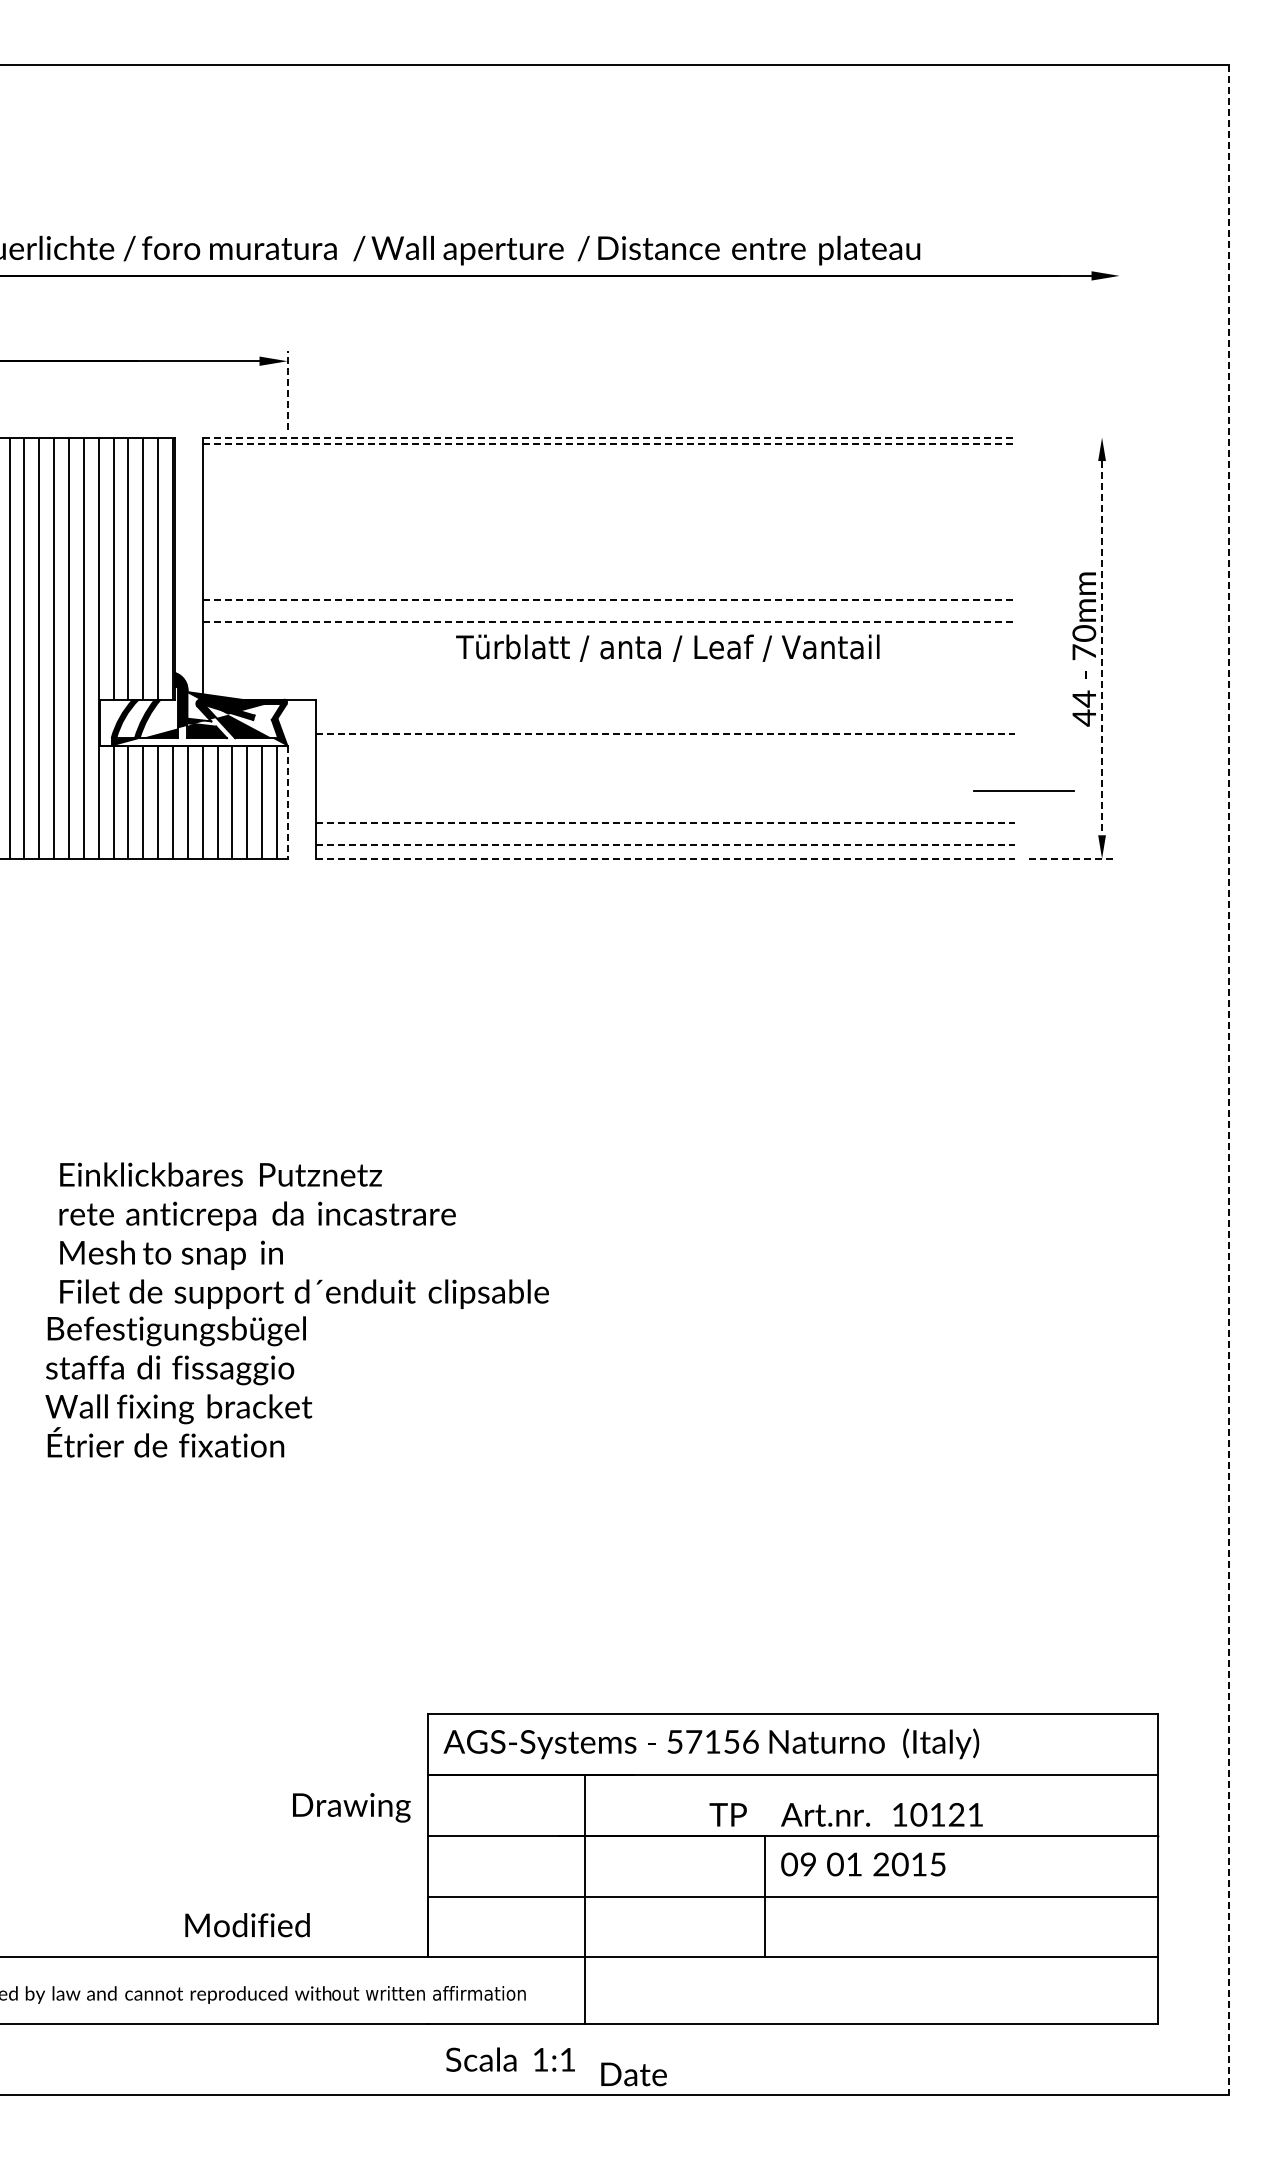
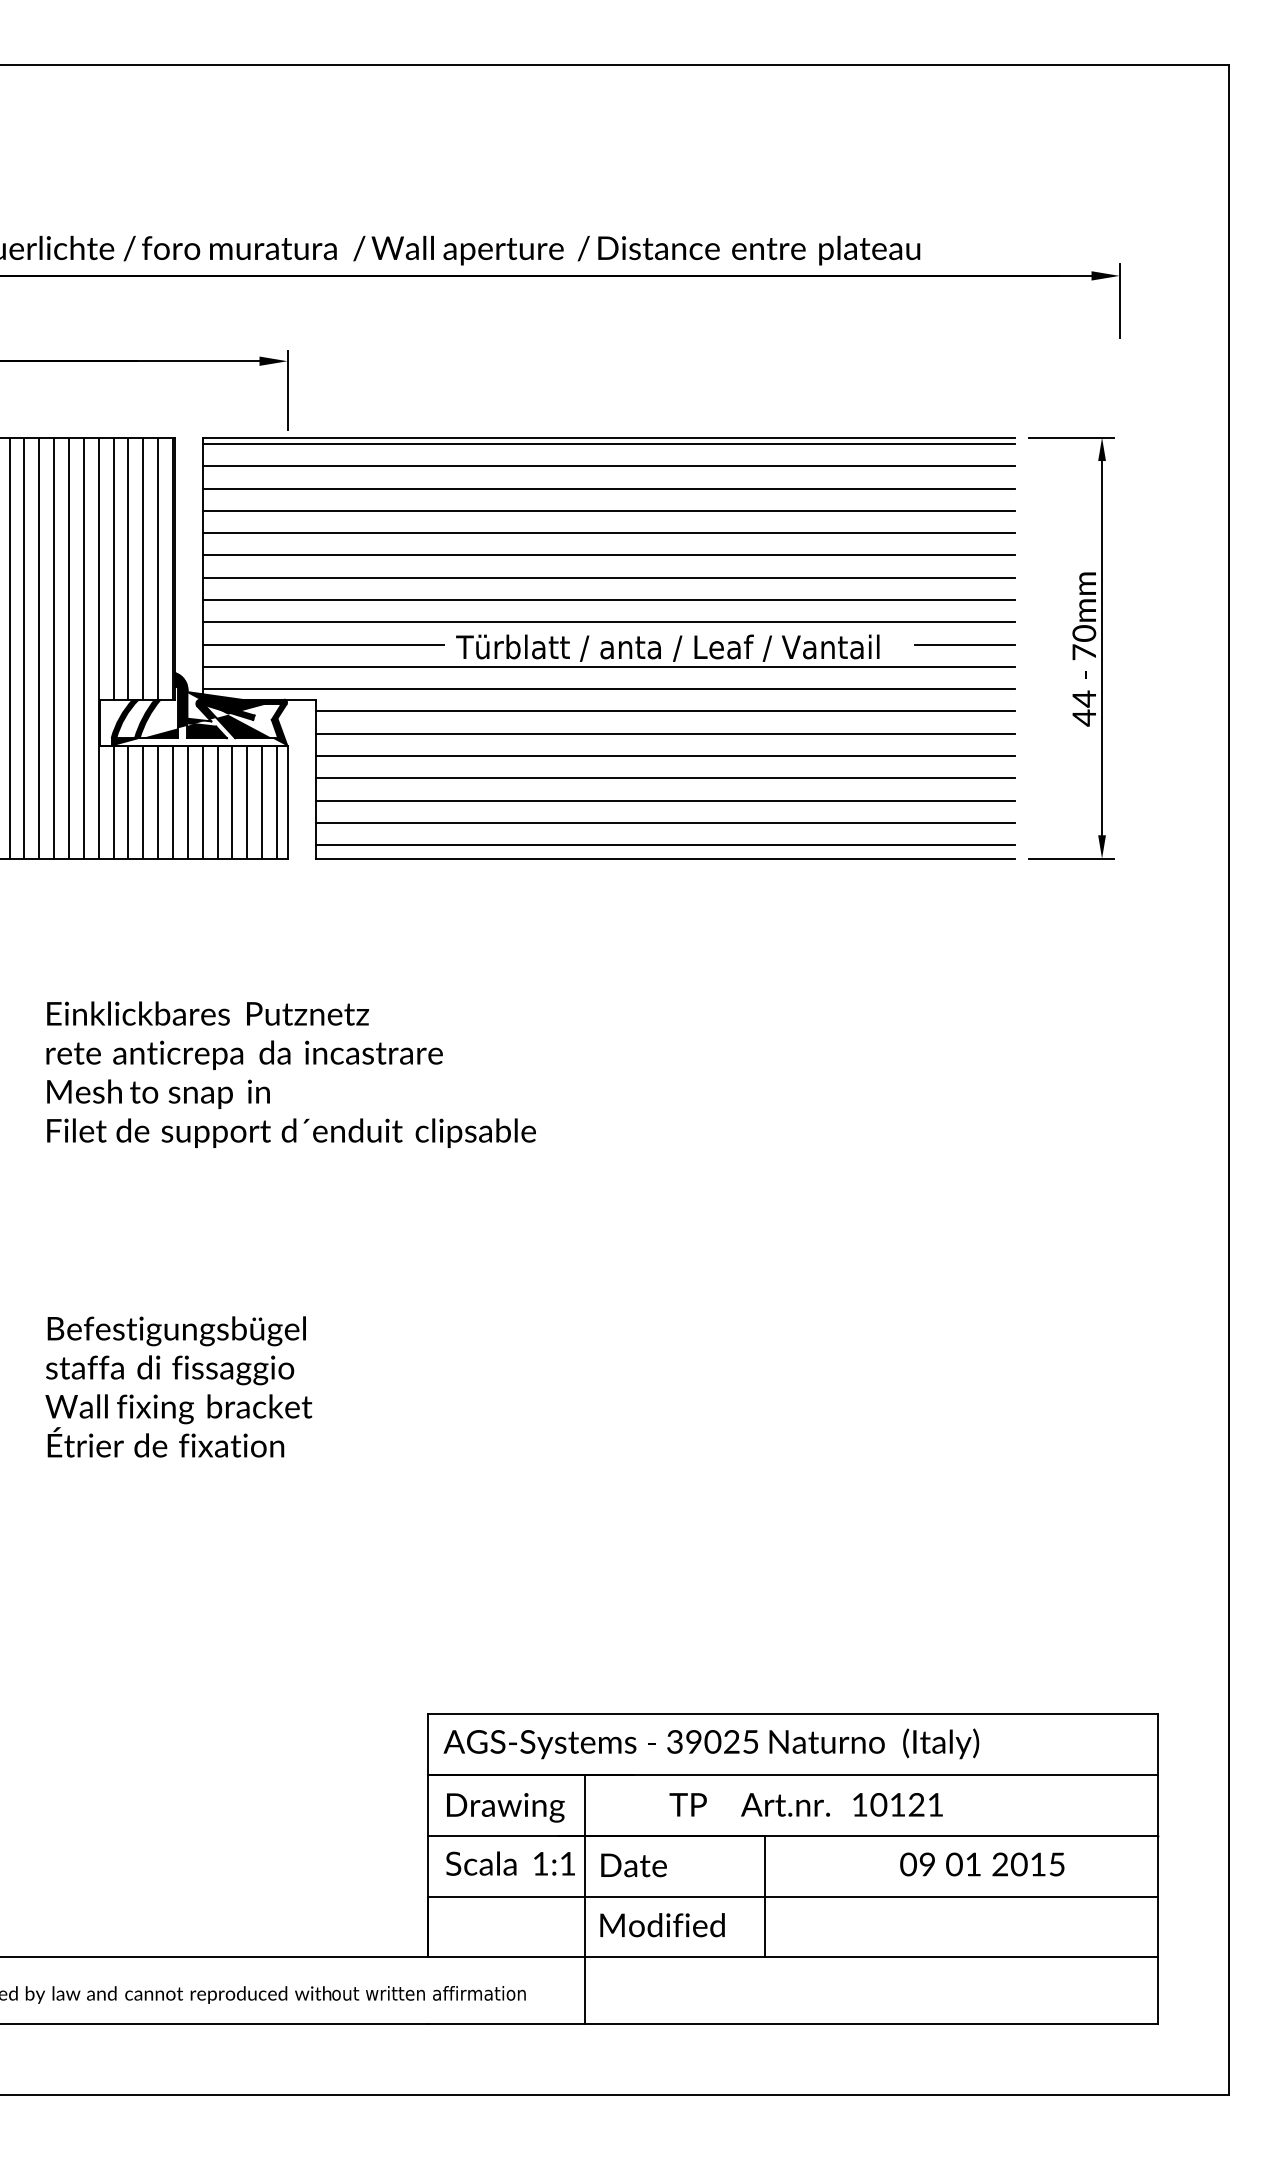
line at (1119, 301): none -> present
line at (287, 390): dashed -> solid
line at (609, 437): dashed -> solid
line at (1070, 437): none -> present
line at (609, 444): dashed -> solid
line at (608, 466): none -> present
line at (608, 488): none -> present
line at (608, 510): none -> present
line at (608, 533): none -> present
line at (608, 555): none -> present
line at (608, 577): none -> present
line at (609, 600): dashed -> solid
line at (609, 622): dashed -> solid
line at (323, 644): none -> present
line at (1102, 648): dashed -> solid
line at (608, 666): none -> present
line at (608, 689): none -> present
line at (664, 711): none -> present
line at (665, 733): dashed -> solid
line at (664, 755): none -> present
line at (664, 778): none -> present
line at (1023, 790) position: (1023, 790) -> (964, 644)
line at (664, 800): none -> present
line at (287, 803): dashed -> solid
line at (665, 822): dashed -> solid
line at (665, 845): dashed -> solid
line at (665, 858): dashed -> solid
line at (1071, 858): dashed -> solid
line at (1228, 1080): dashed -> solid
text at (303, 1235) position: (303, 1235) -> (290, 1074)
text at (712, 1741): 57156 -> 39025
text at (351, 1807) position: (351, 1807) -> (505, 1807)
text at (845, 1814) position: (845, 1814) -> (805, 1804)
text at (863, 1864) position: (863, 1864) -> (982, 1864)
text at (247, 1925) position: (247, 1925) -> (662, 1925)
text at (510, 2059) position: (510, 2059) -> (510, 1863)
text at (633, 2074) position: (633, 2074) -> (633, 1865)
